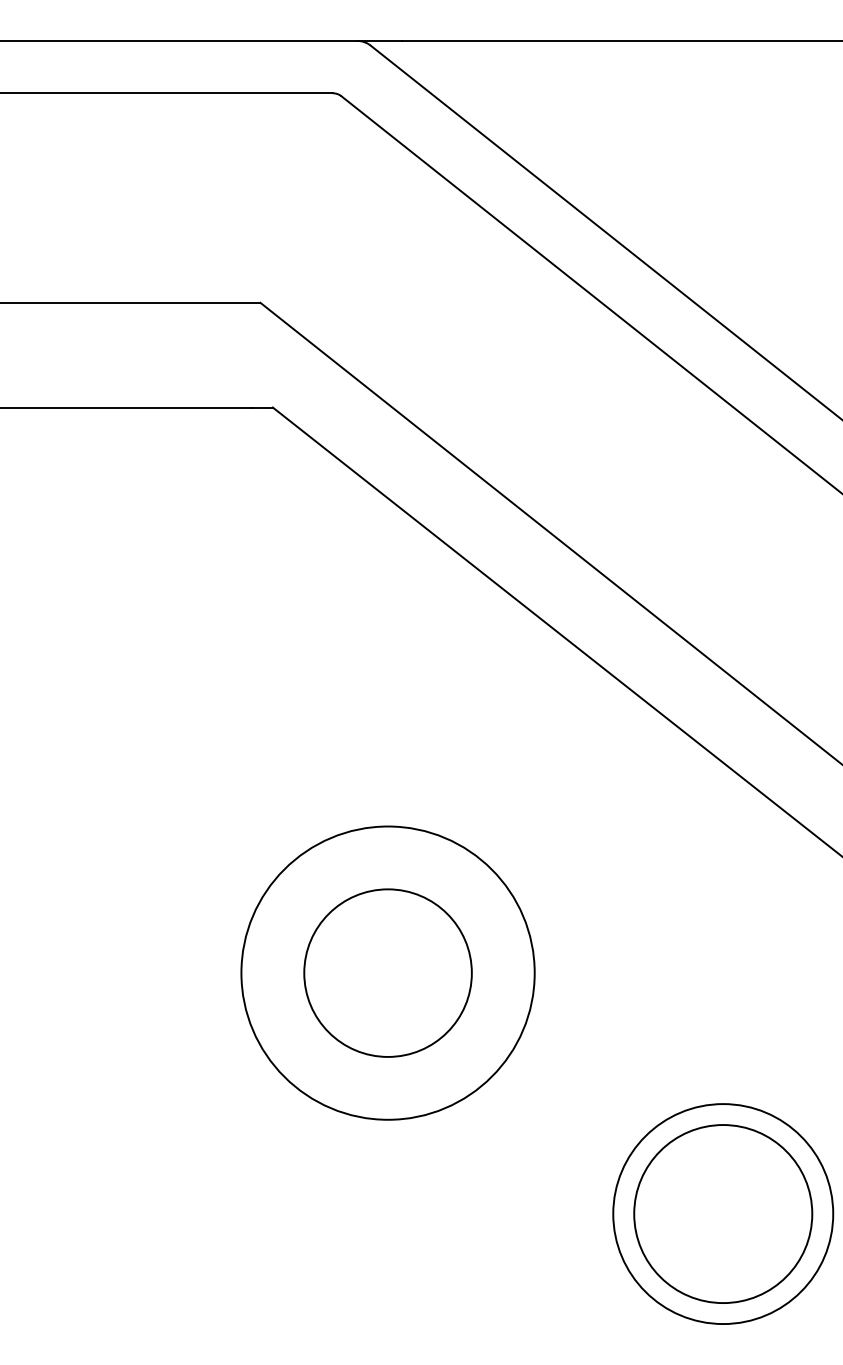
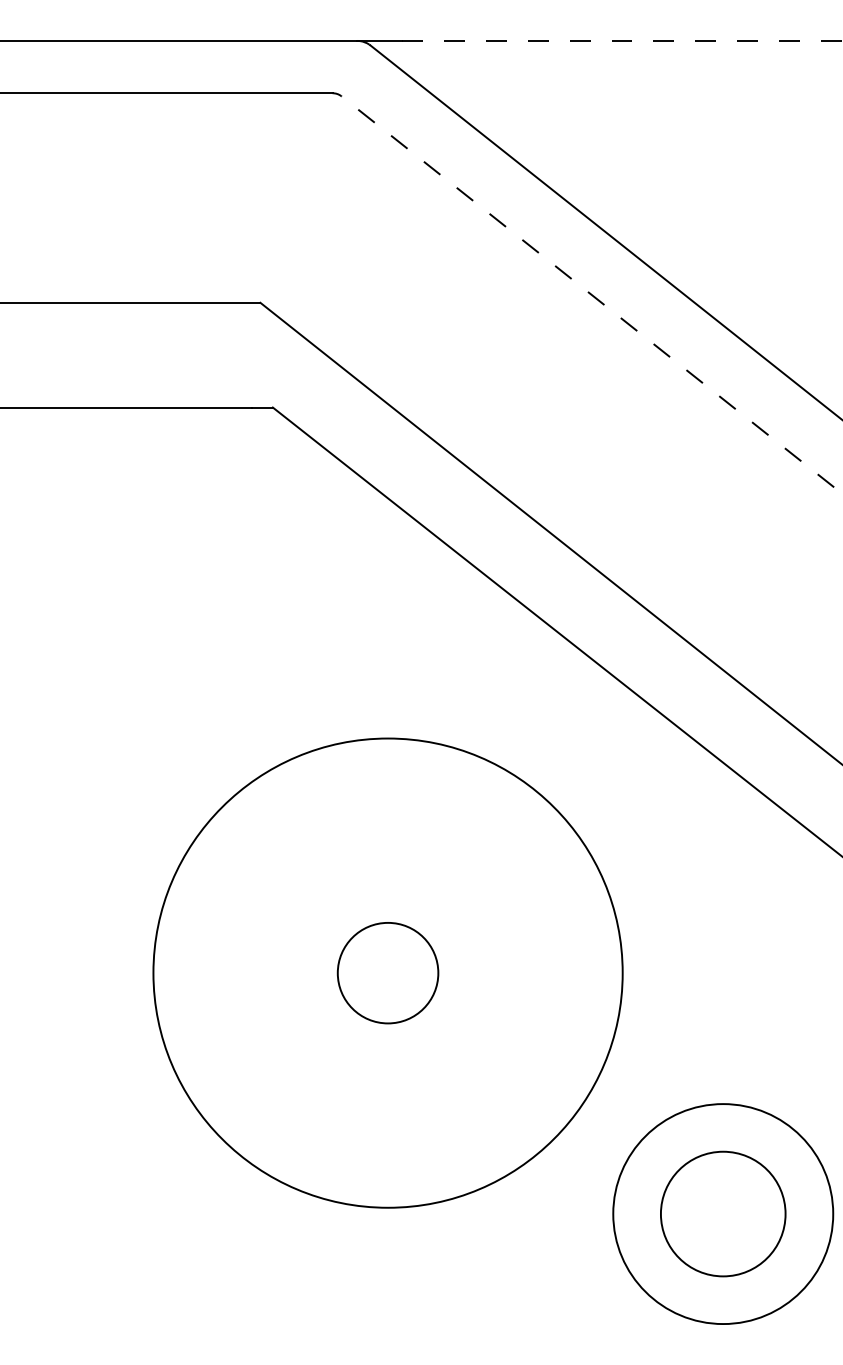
line at (622, 40): solid -> dashed
line at (592, 295): solid -> dashed
circle at (387, 972) diameter: 168 px -> 101 px
circle at (387, 972) diameter: 293 px -> 469 px
circle at (723, 1214) diameter: 178 px -> 125 px
